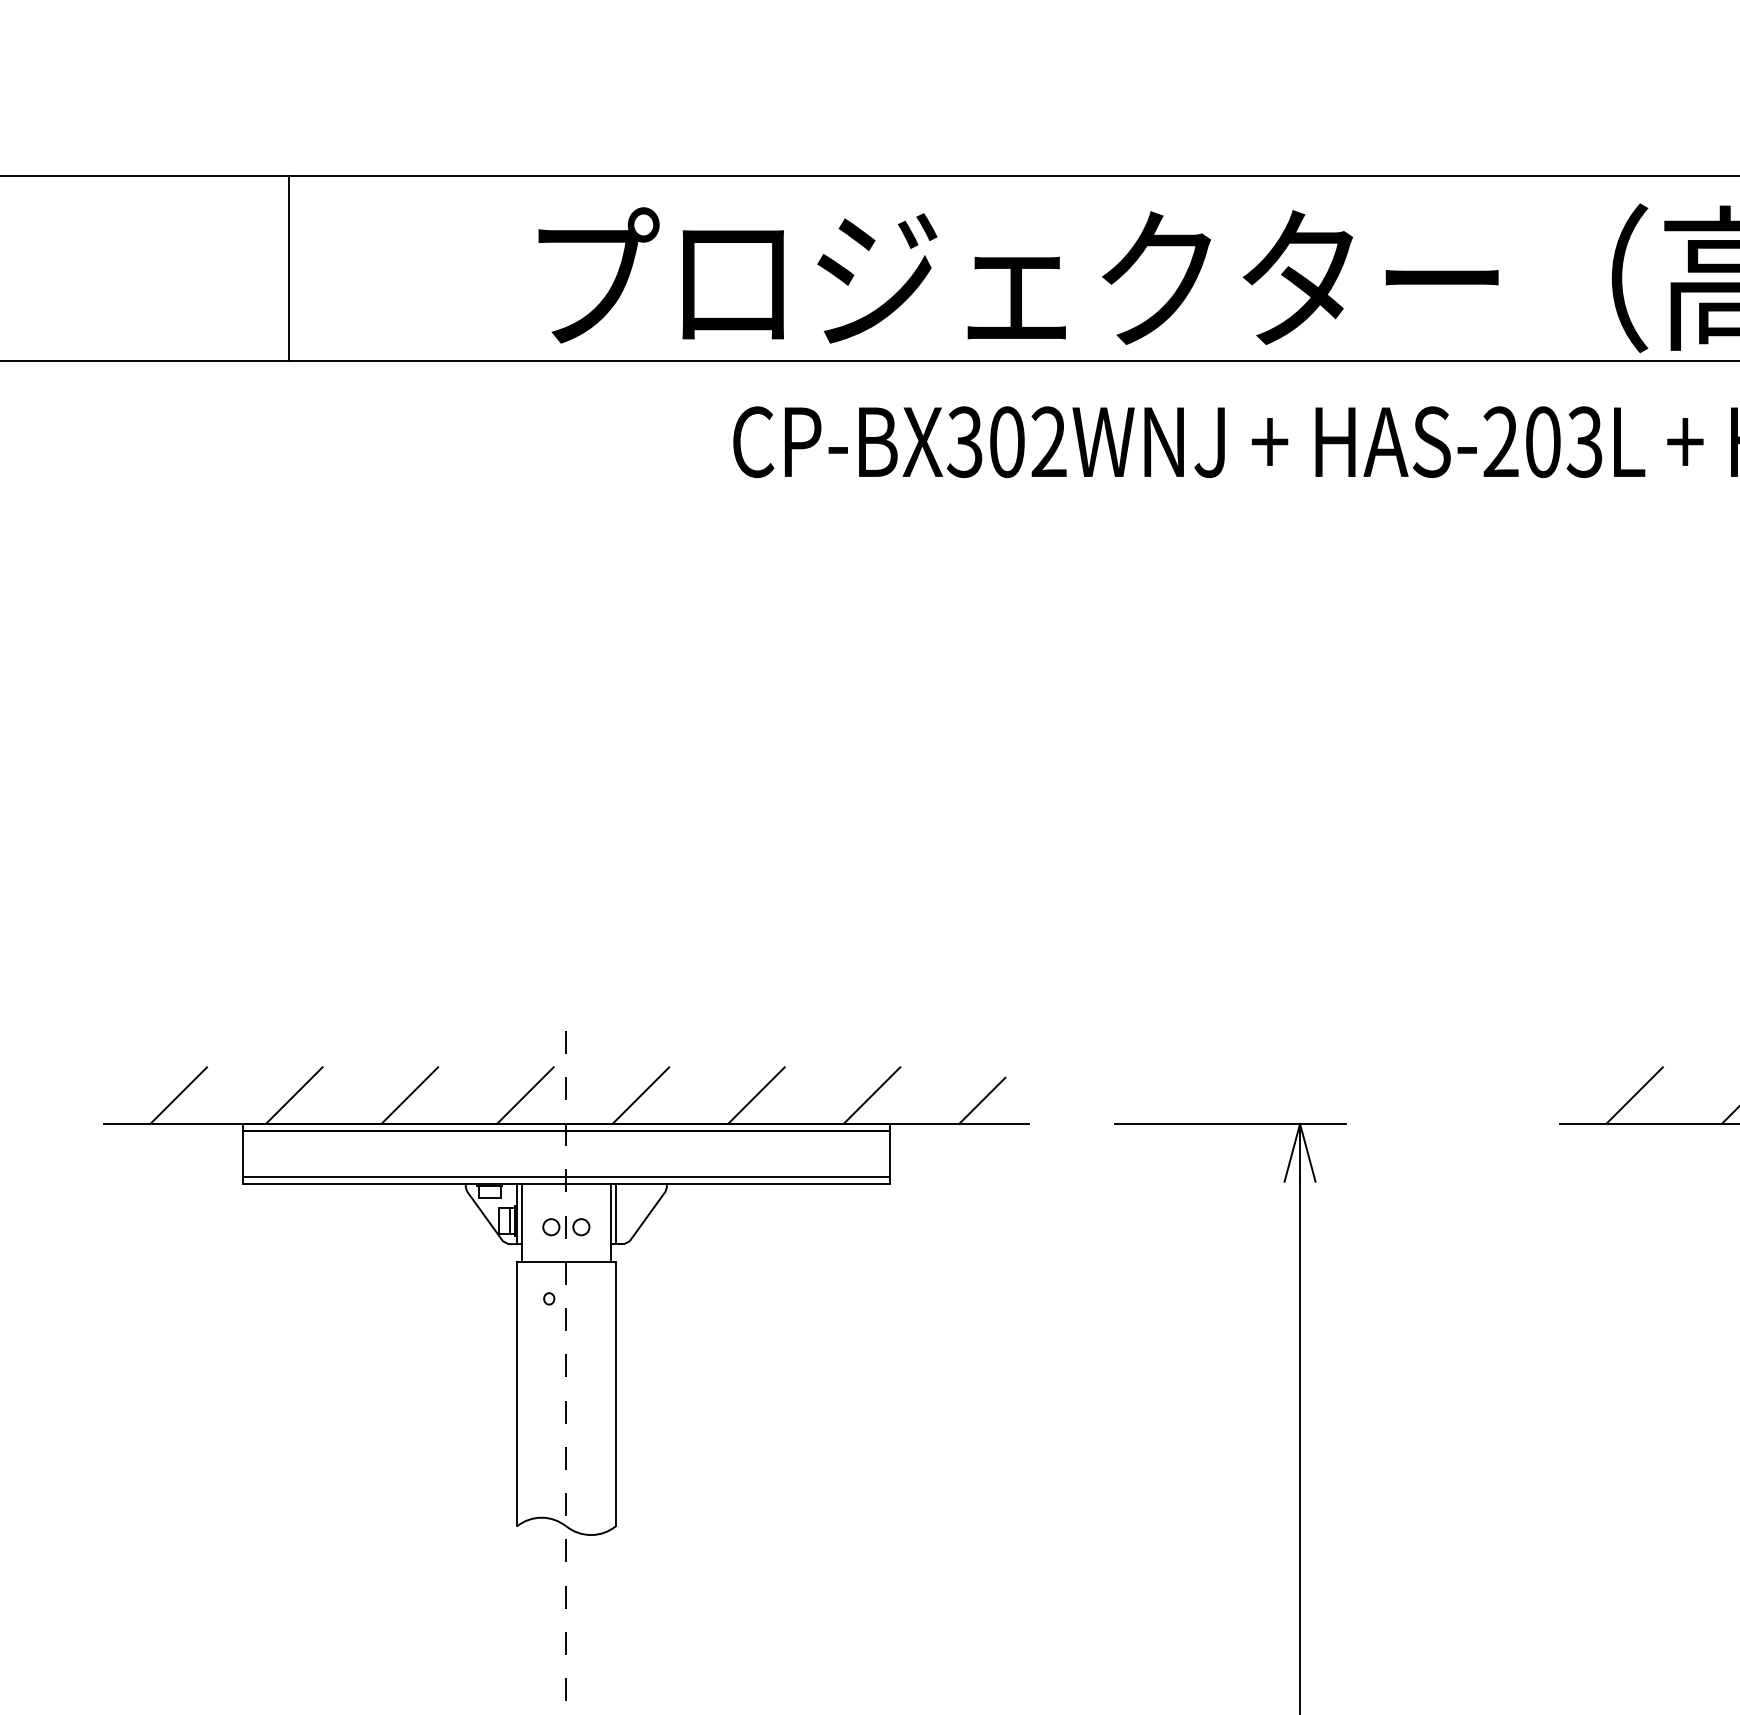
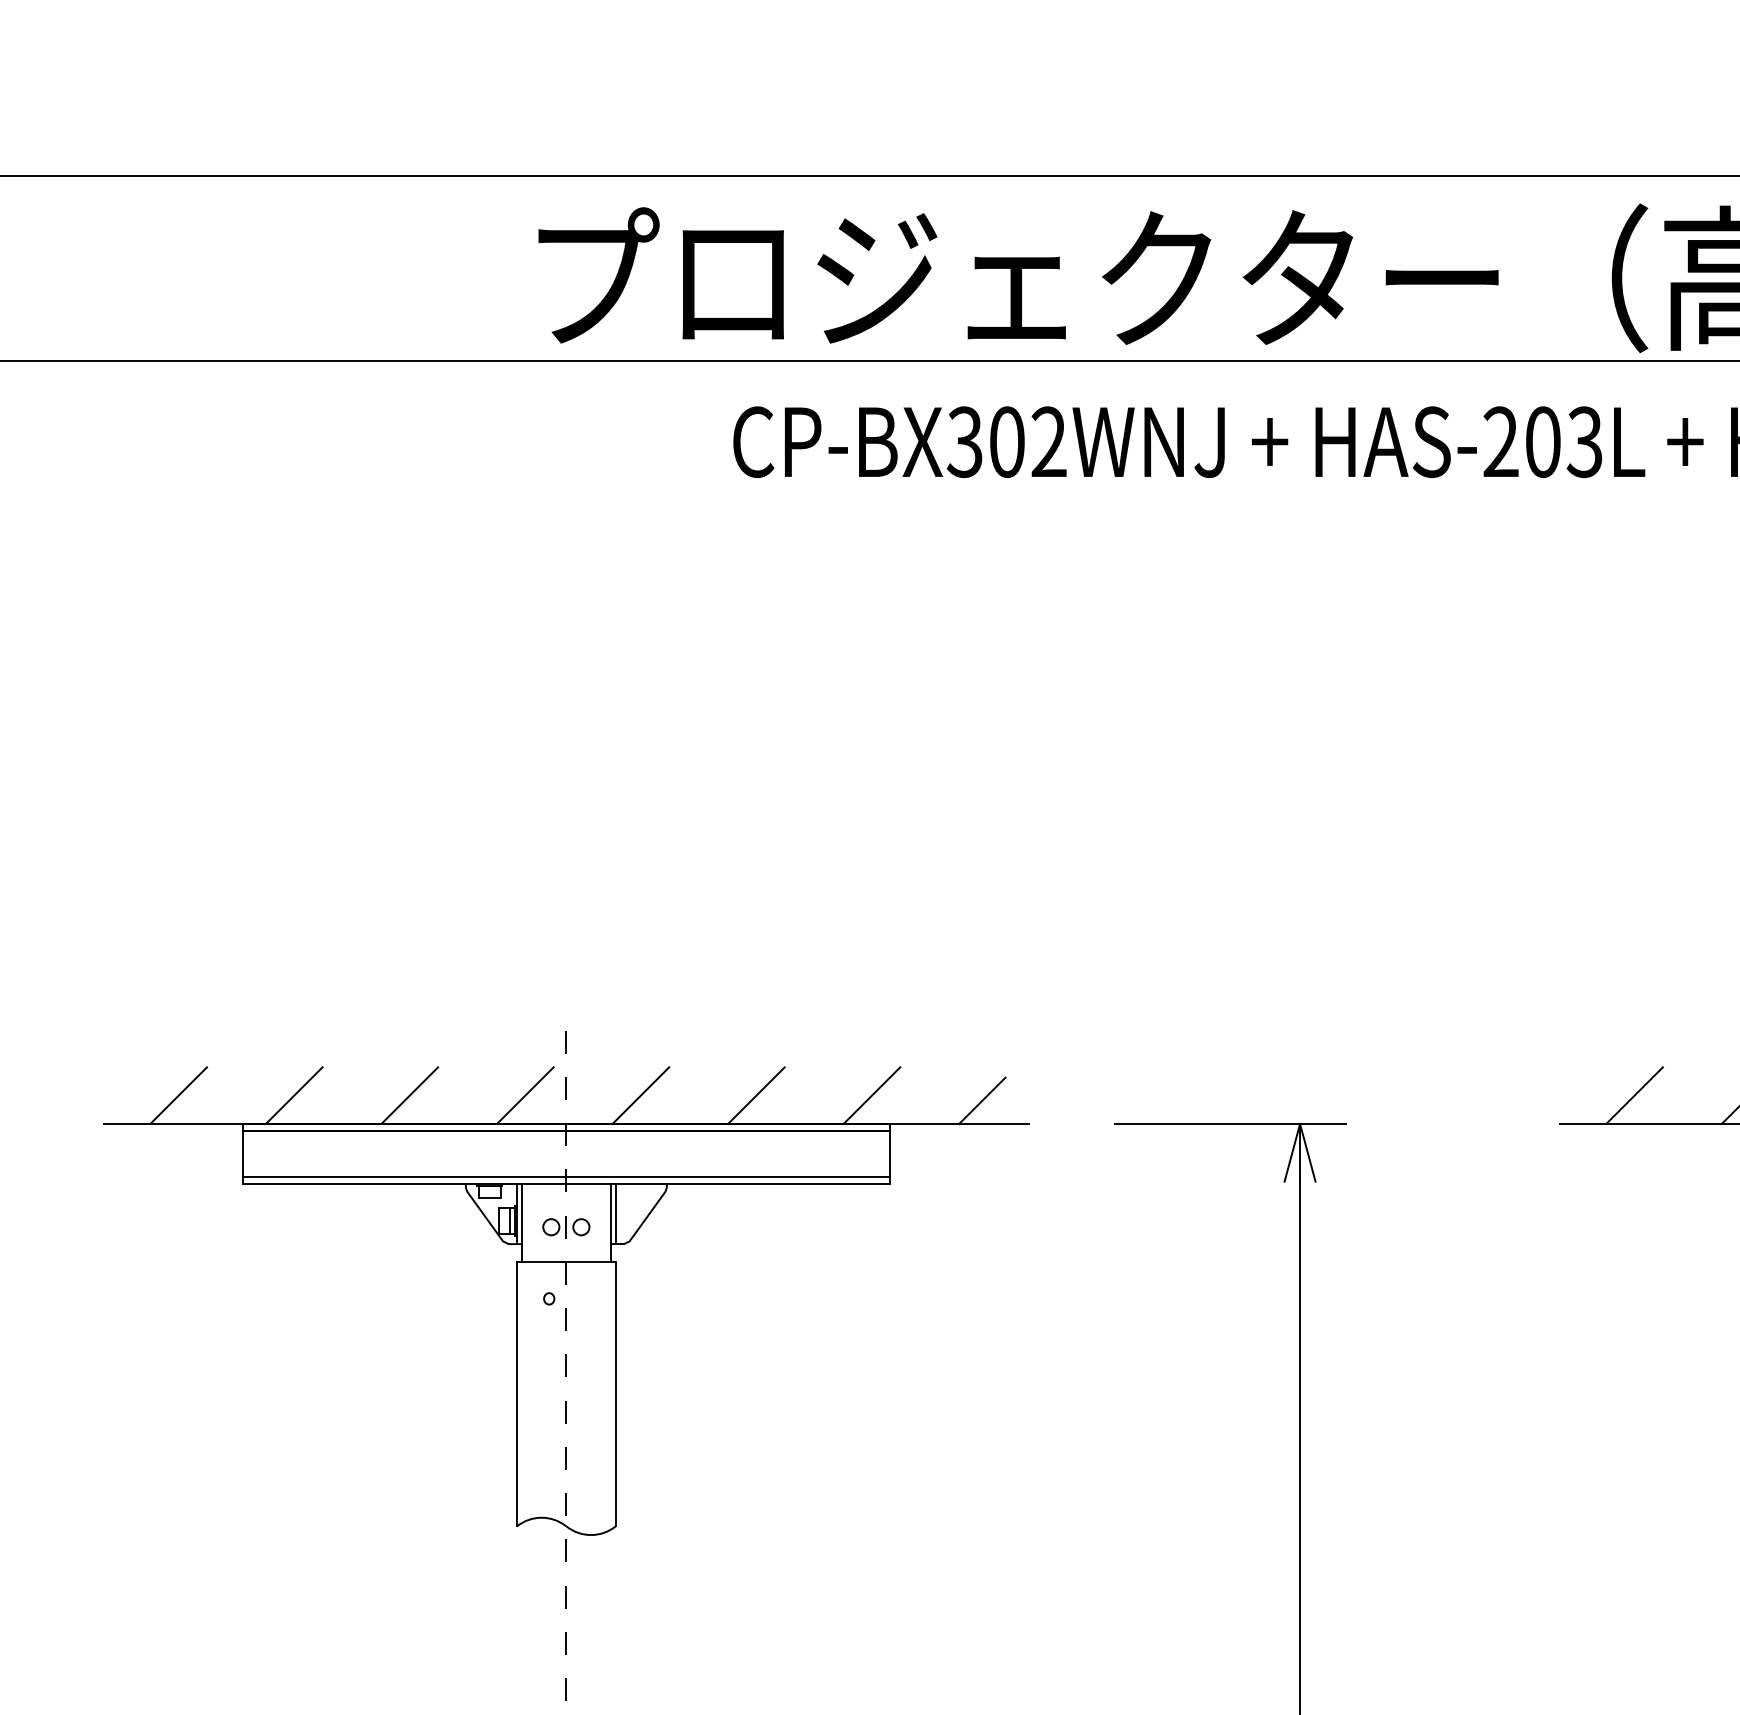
line at (289, 268): present -> none
